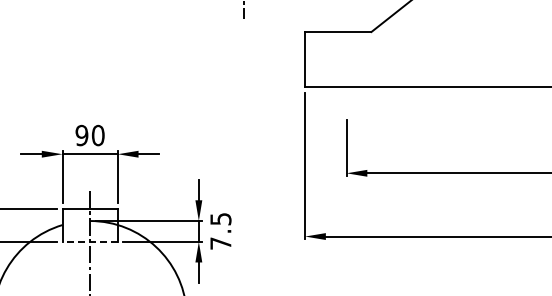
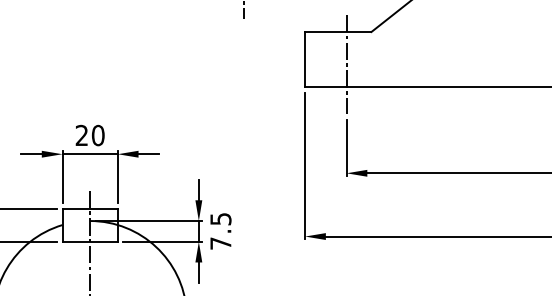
line at (346, 64): none -> present
text at (81, 135): 90 -> 20
line at (90, 241): dashed -> solid
